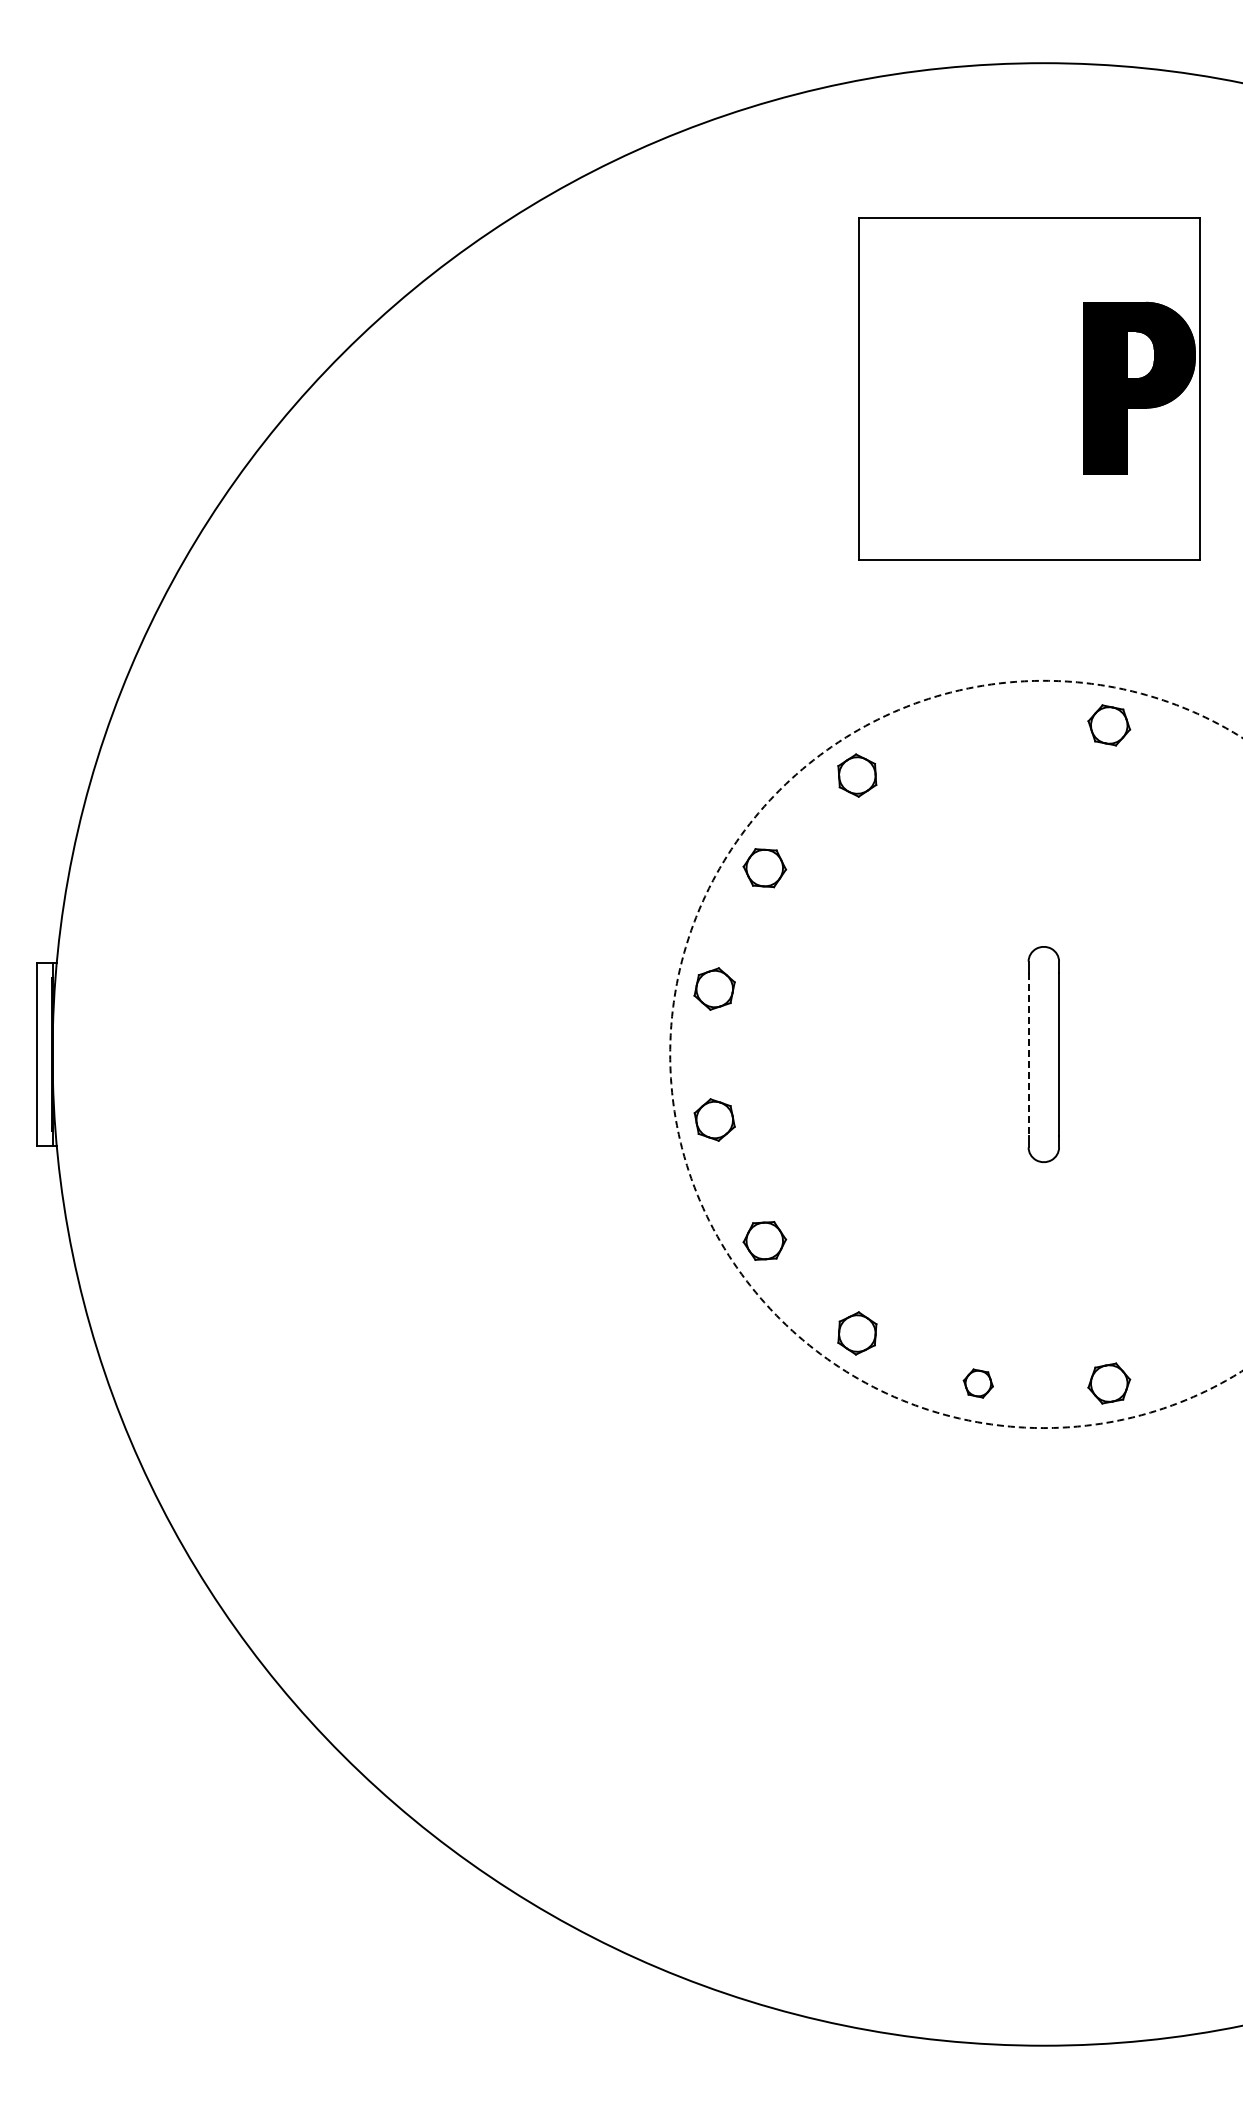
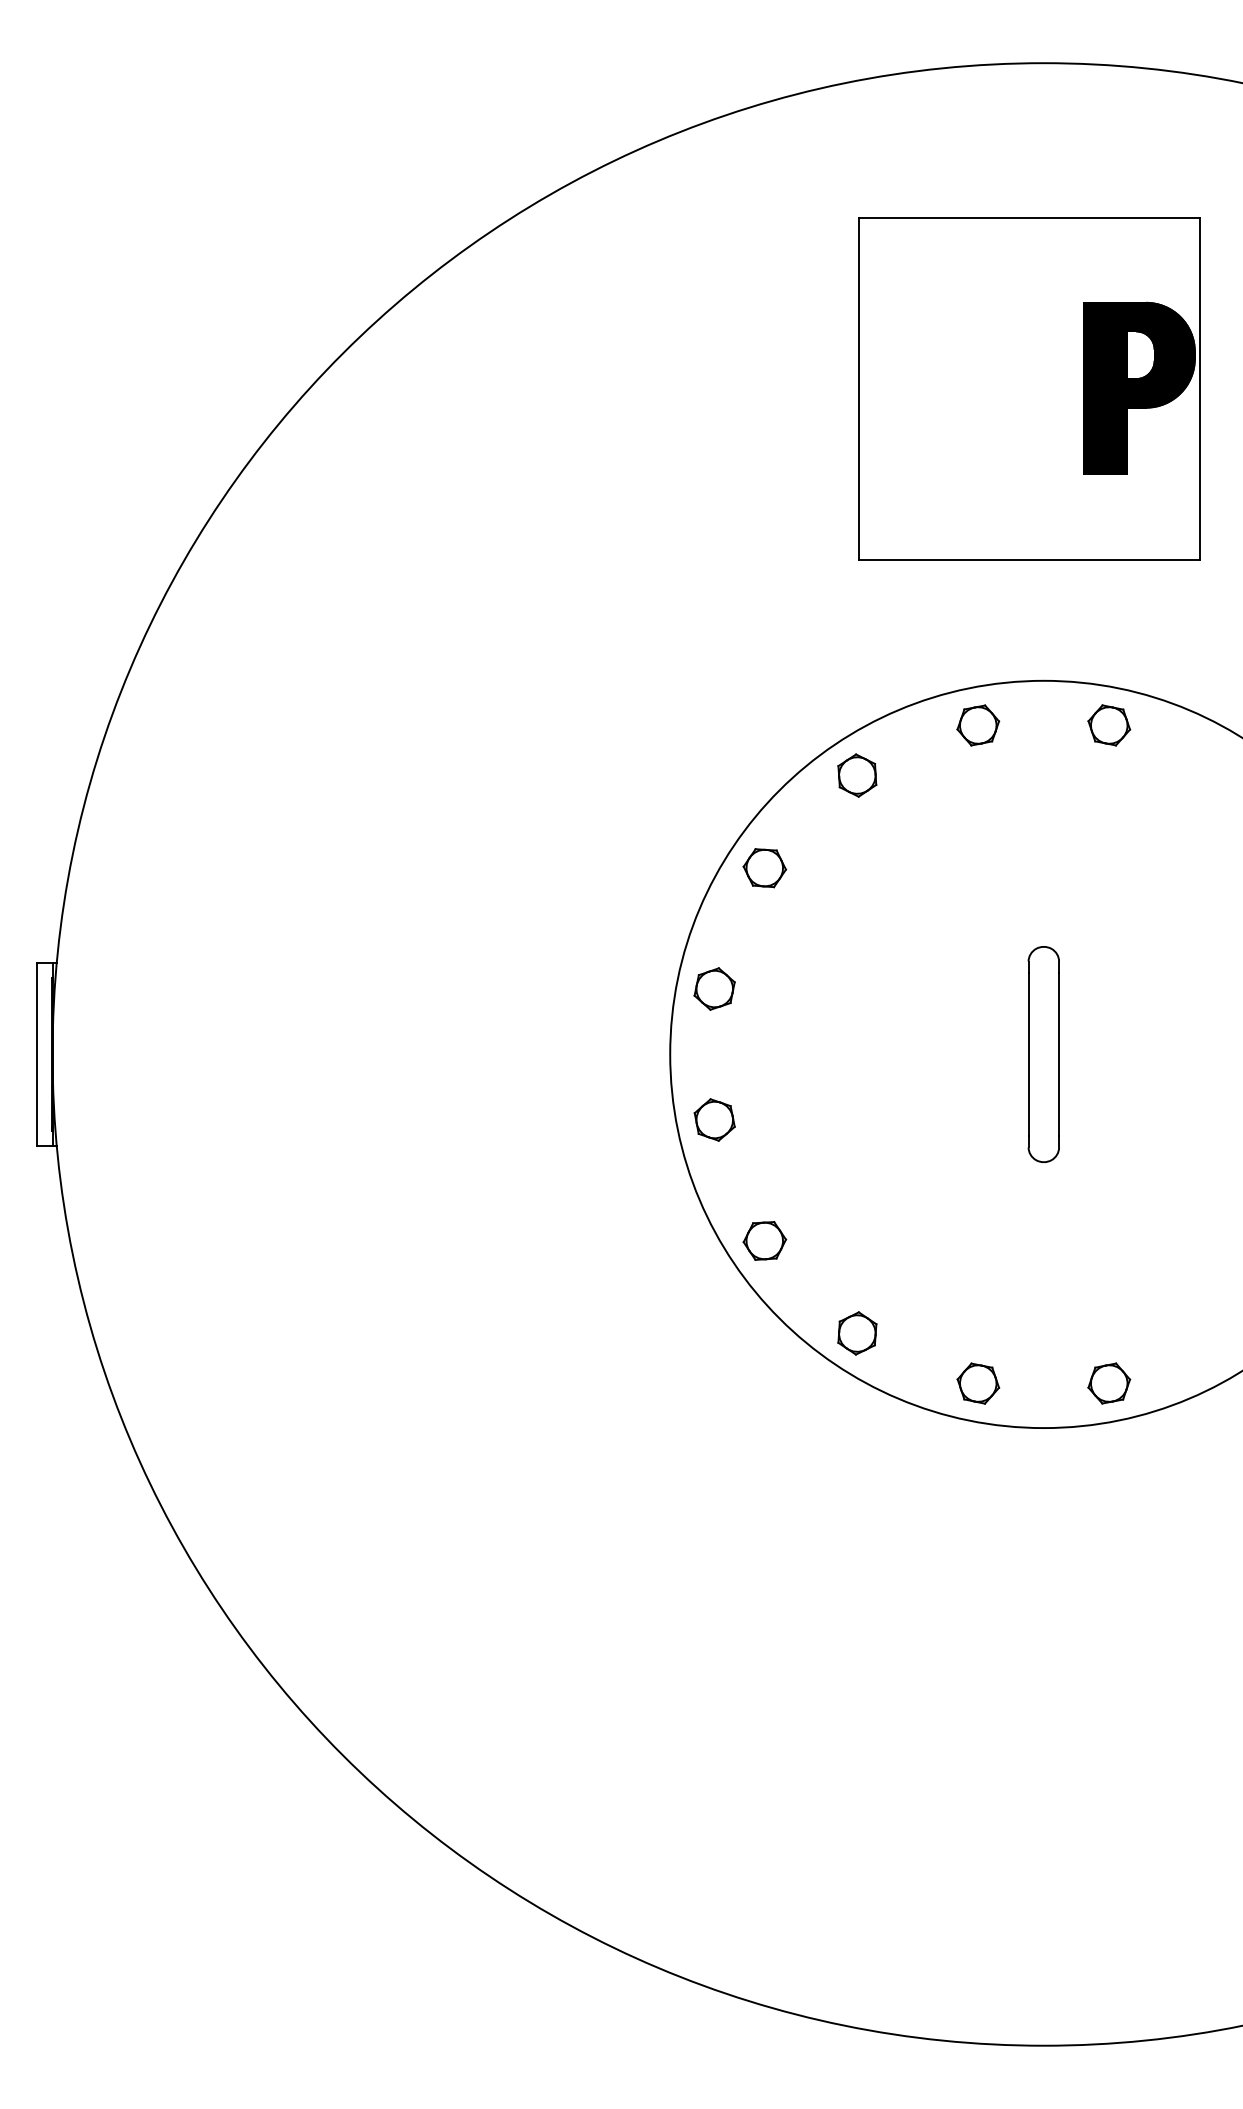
part at (978, 725): none -> present
circle at (956, 1054): dashed -> solid
line at (1028, 1055): dashed -> solid
part at (977, 1383) size: 32x31 px -> 45x43 px
